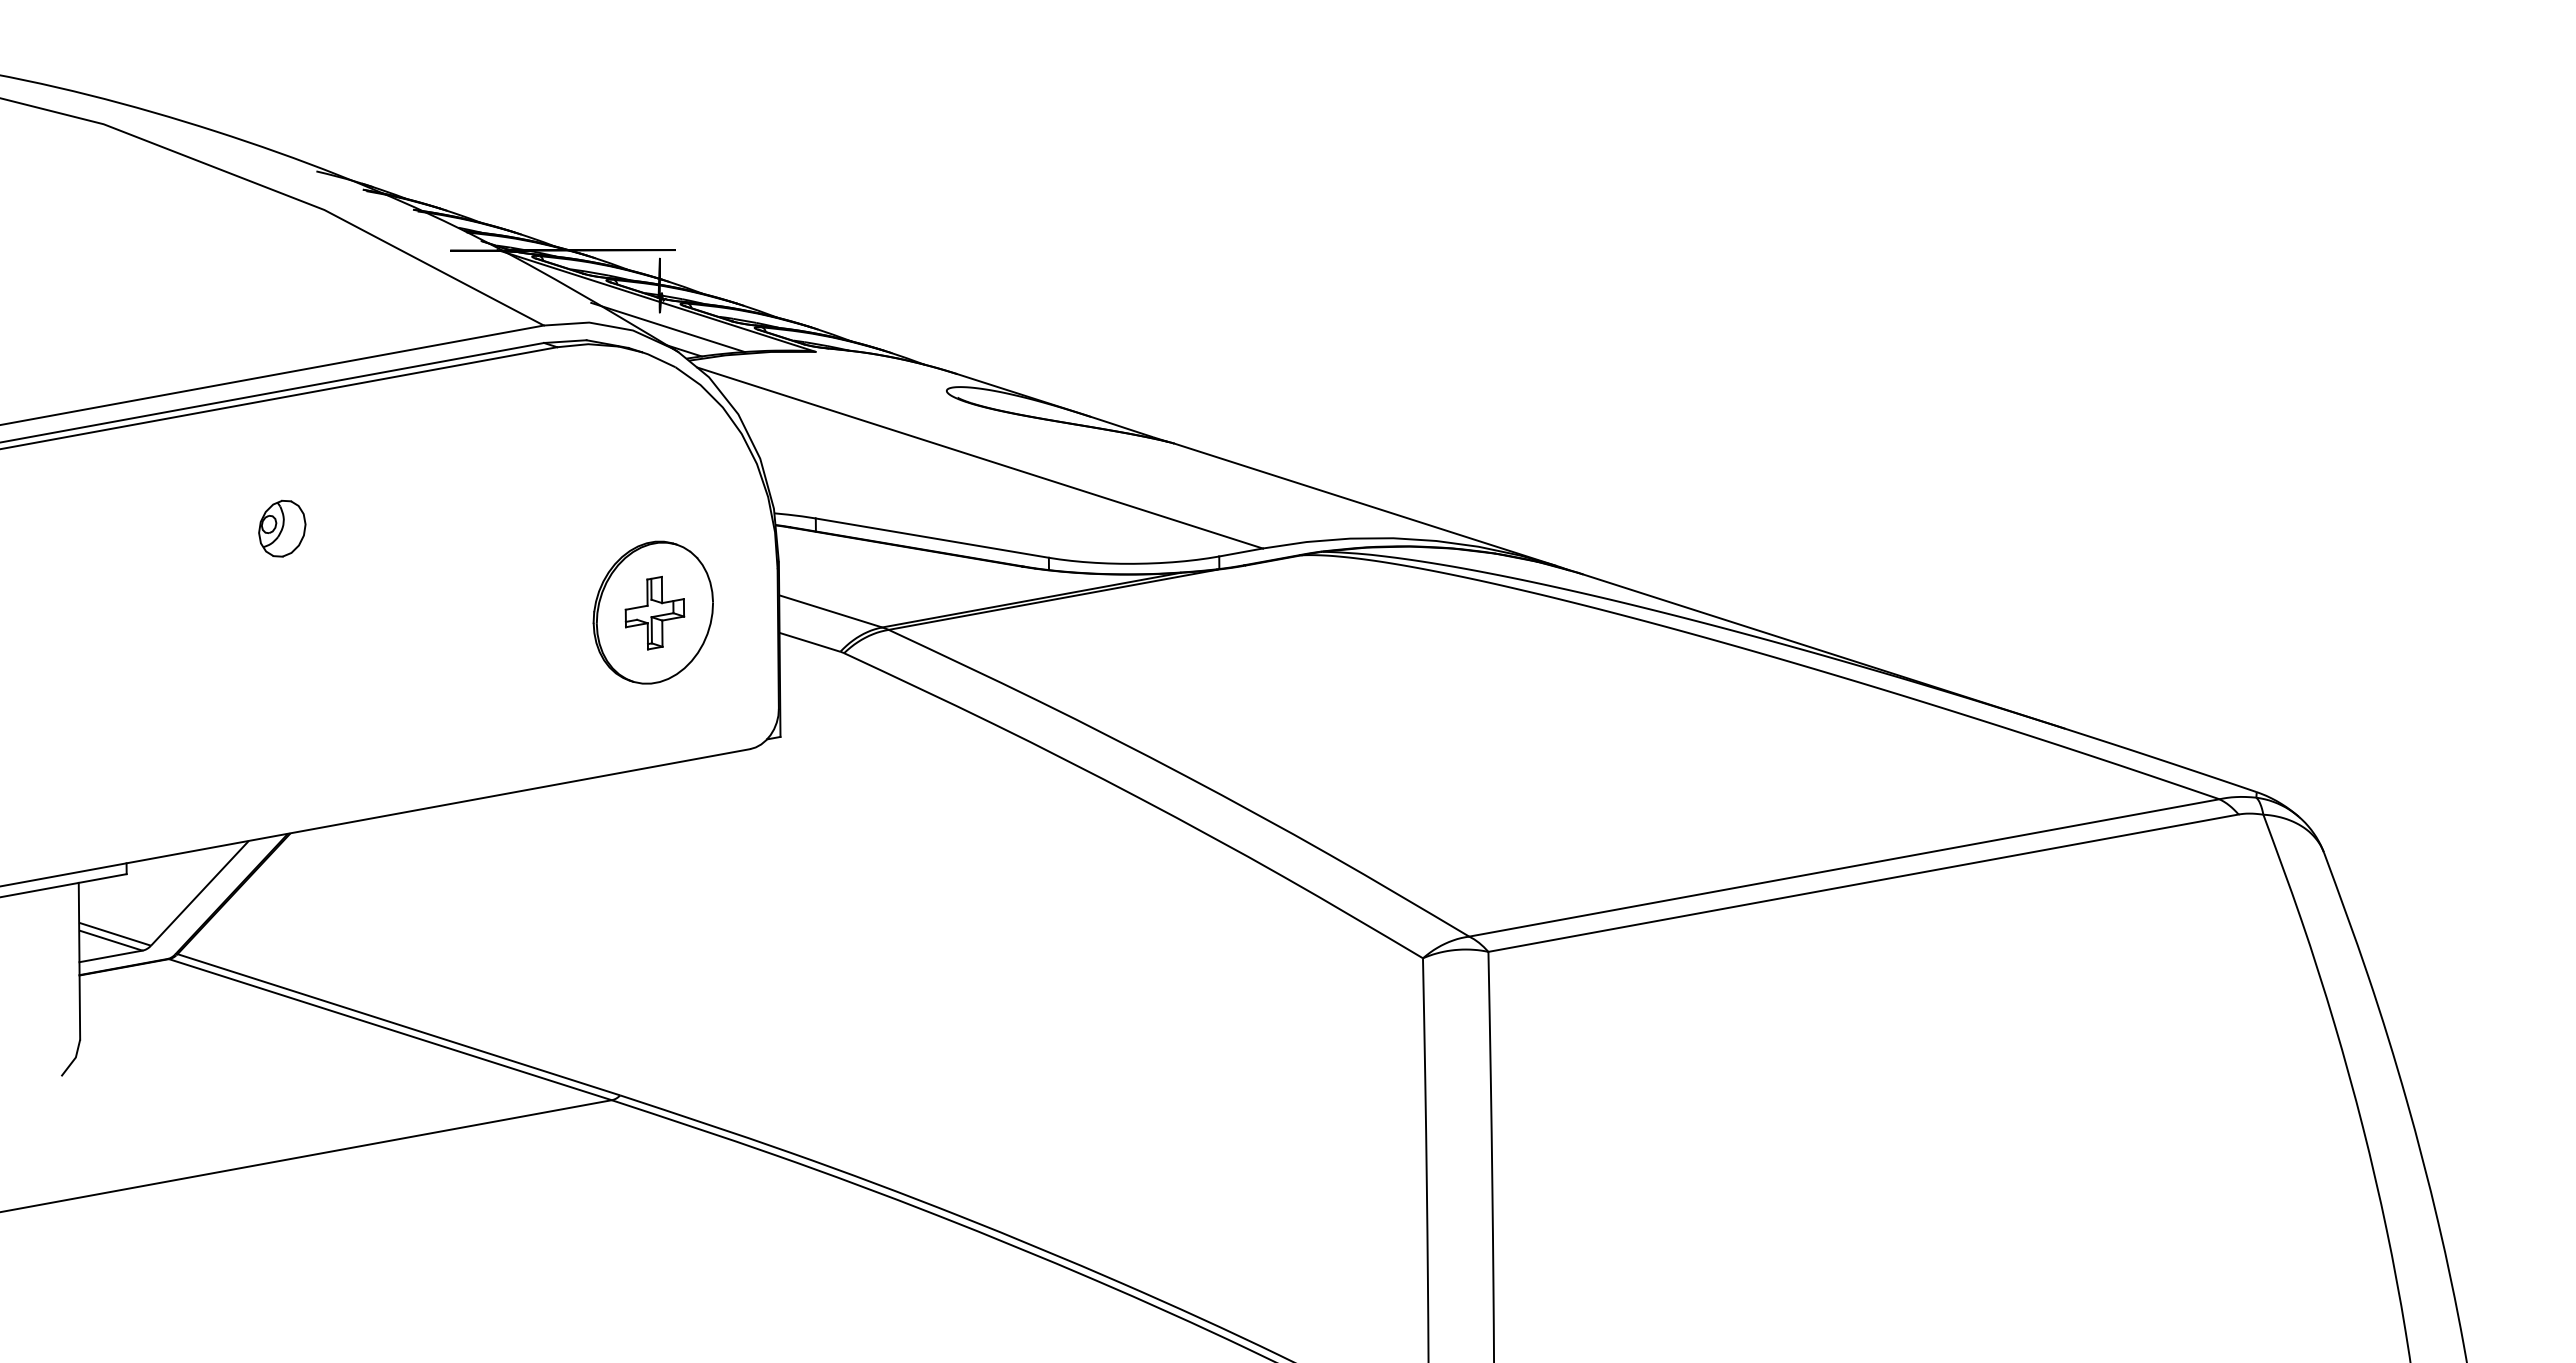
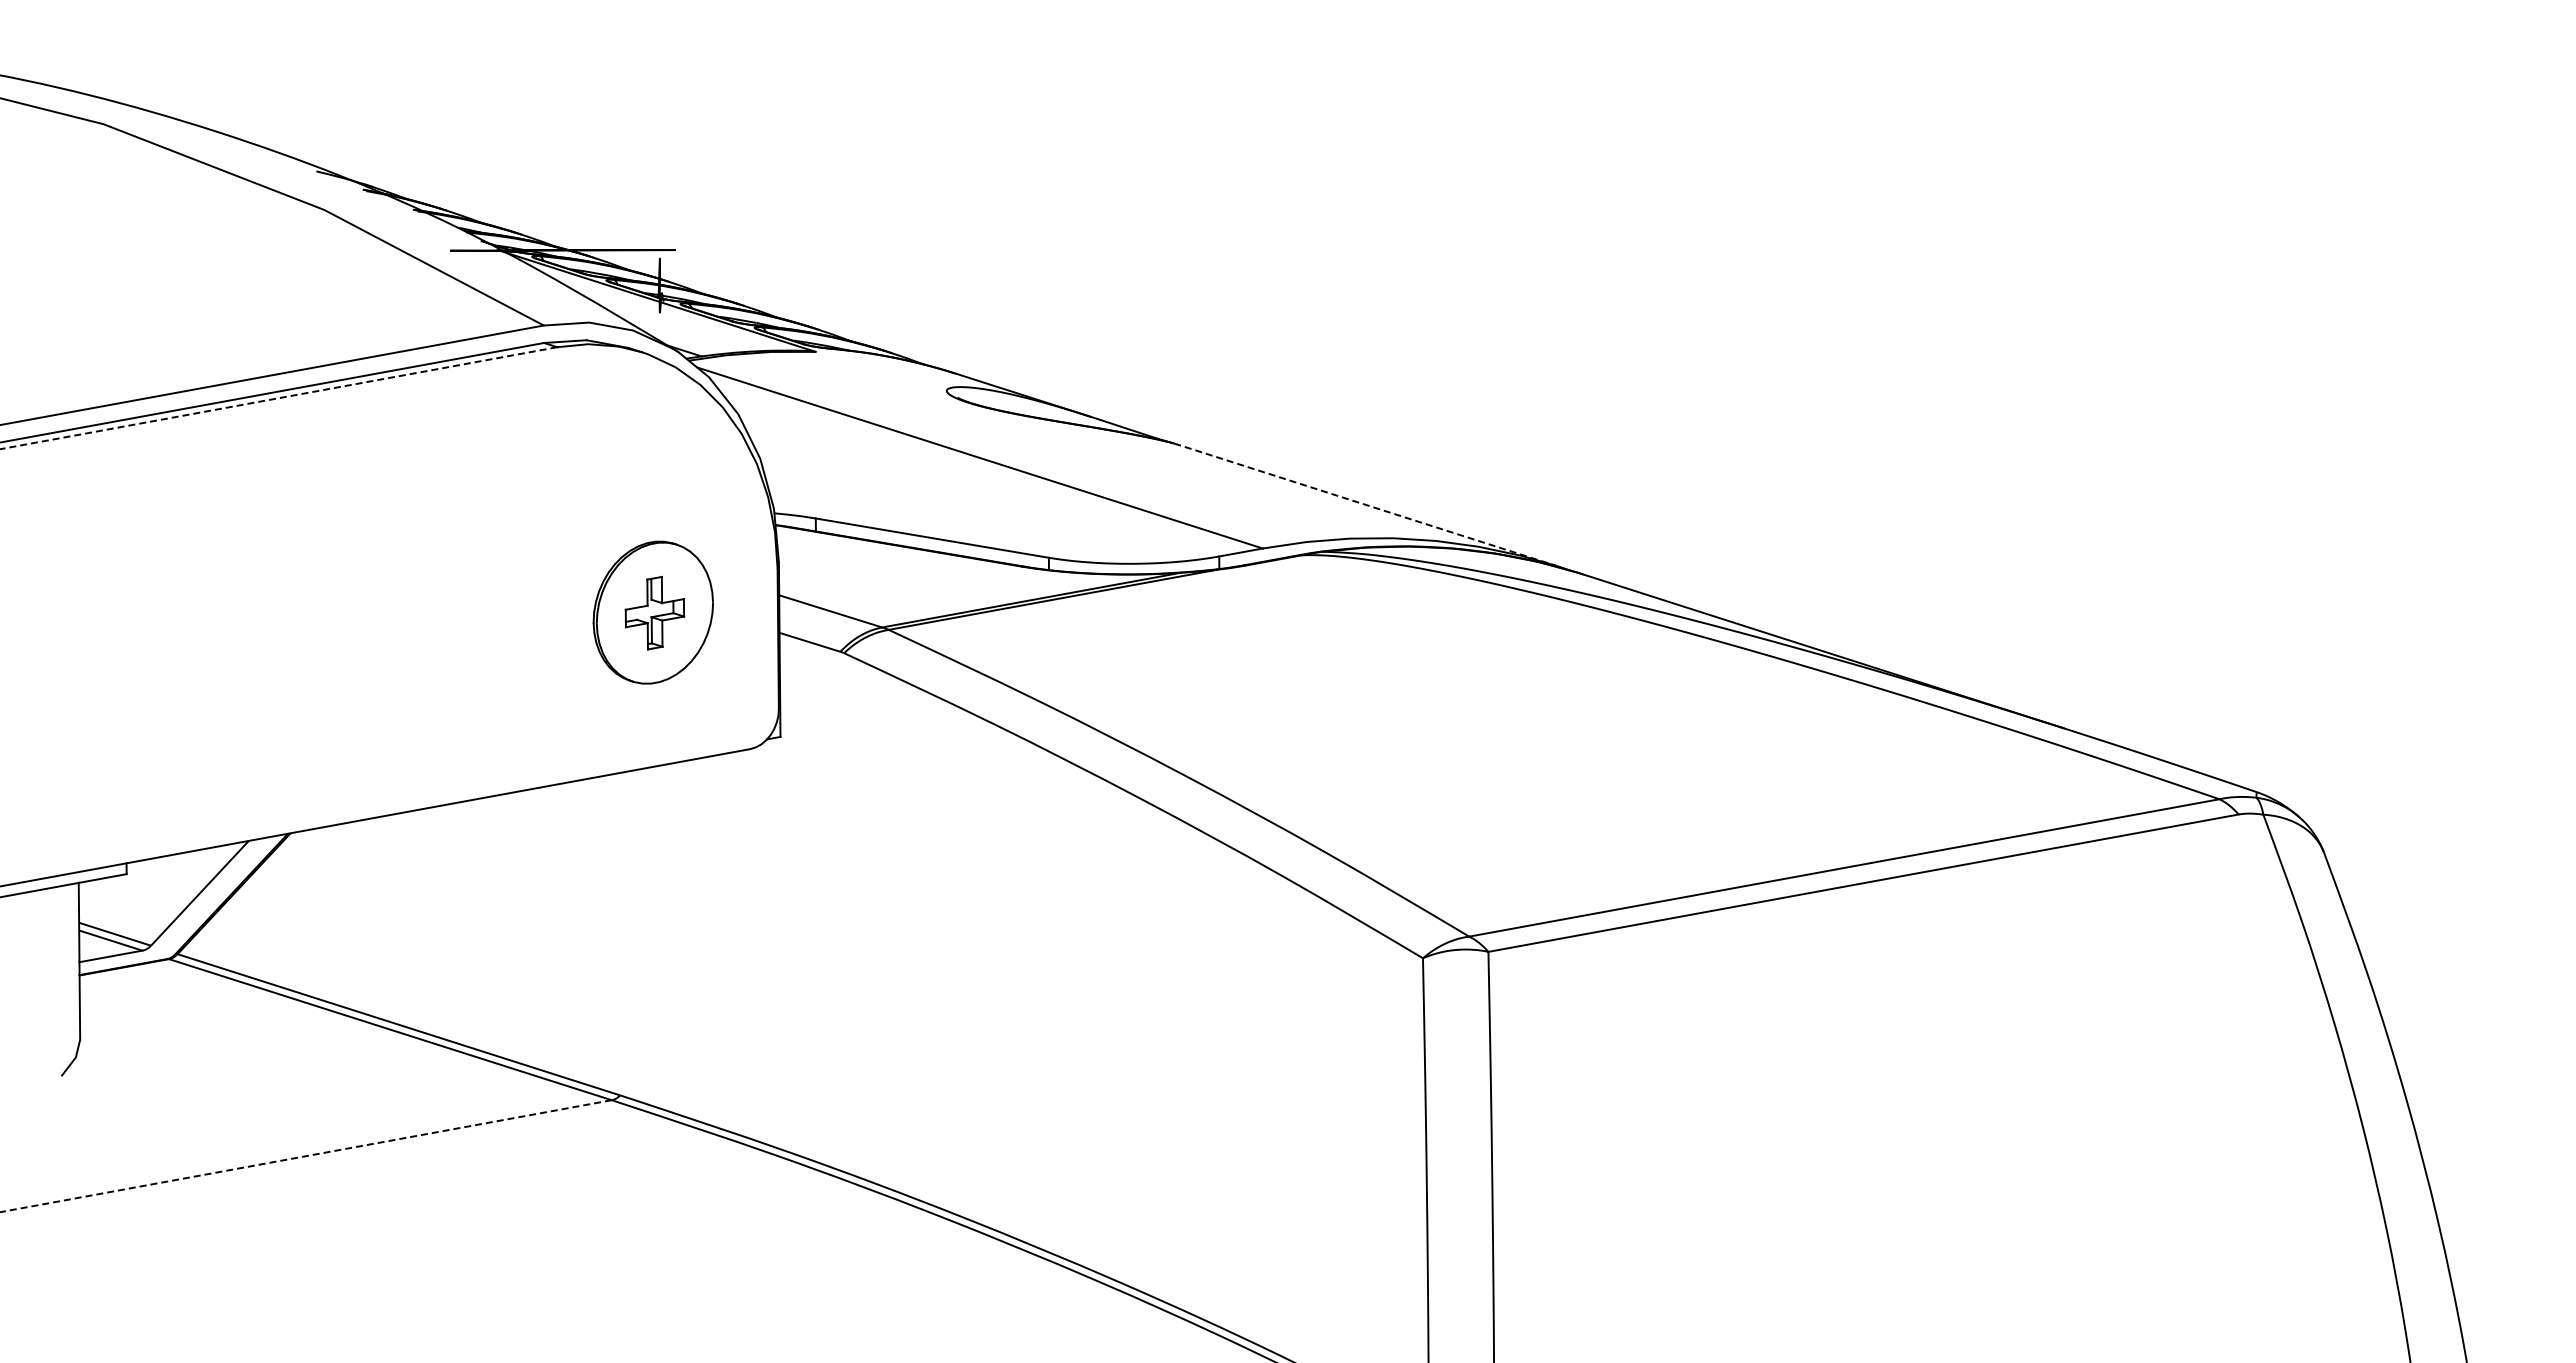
line at (668, 327): present -> none
line at (279, 398): solid -> dashed
line at (1365, 504): solid -> dashed
part at (282, 528): present -> none
line at (306, 1156): solid -> dashed
